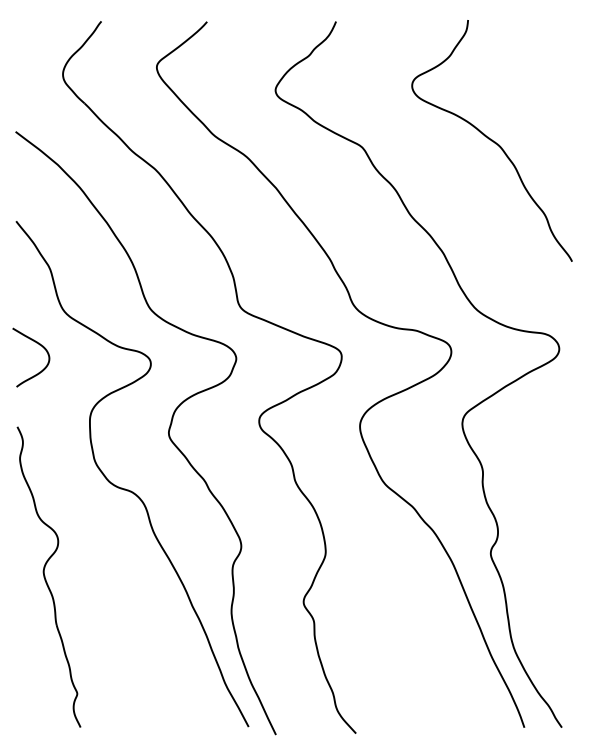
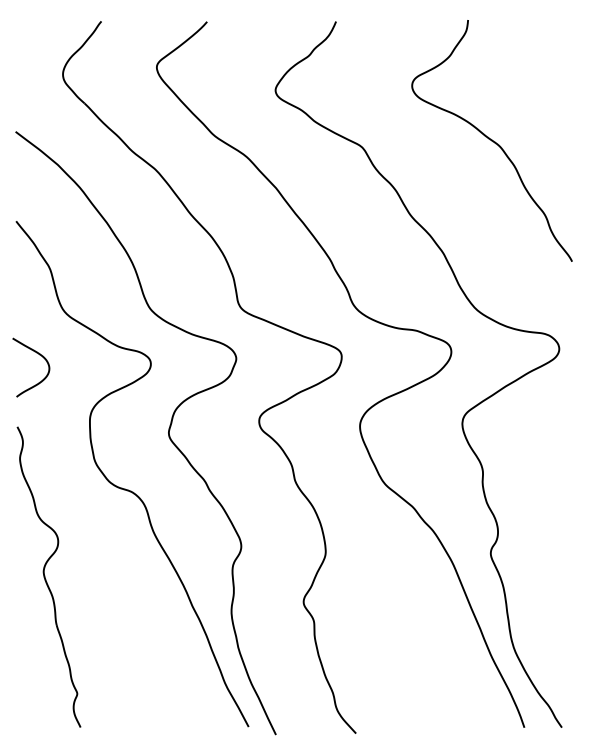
curve at (39, 345) position: (39, 345) -> (39, 355)
